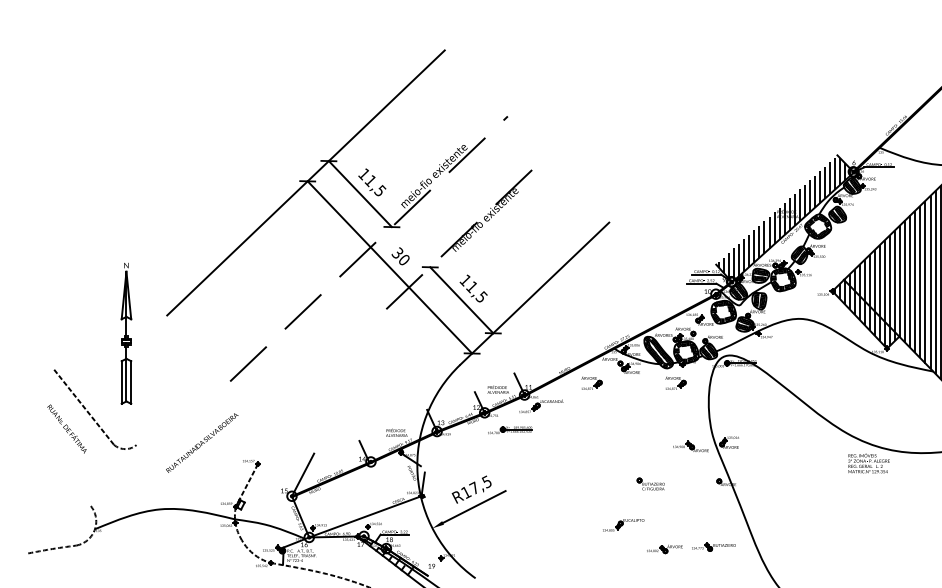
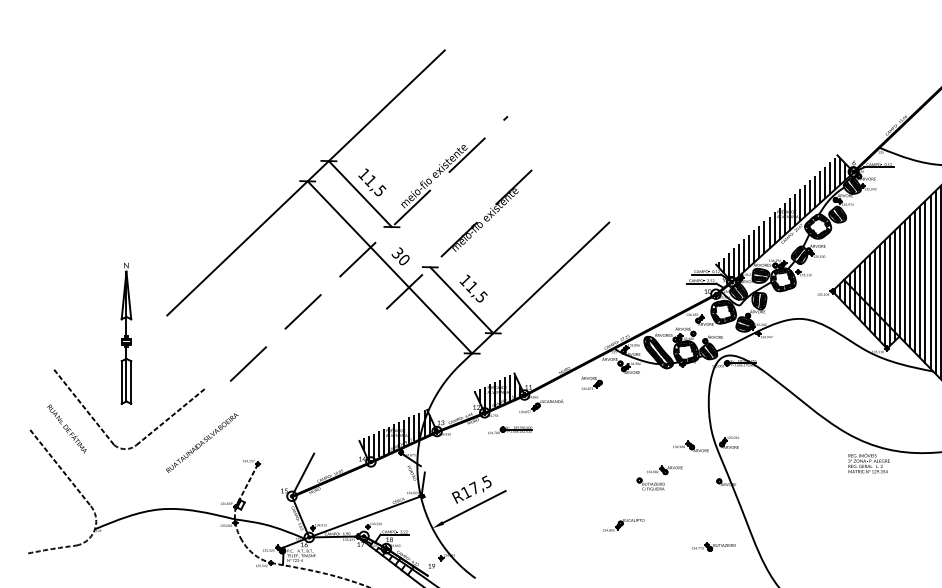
part at (675, 382): present -> none
hatch at (497, 392): none -> present
line at (170, 416): none -> present
hatch at (399, 435): none -> present
line at (60, 467): none -> present
part at (664, 549) position: (664, 549) -> (664, 470)
